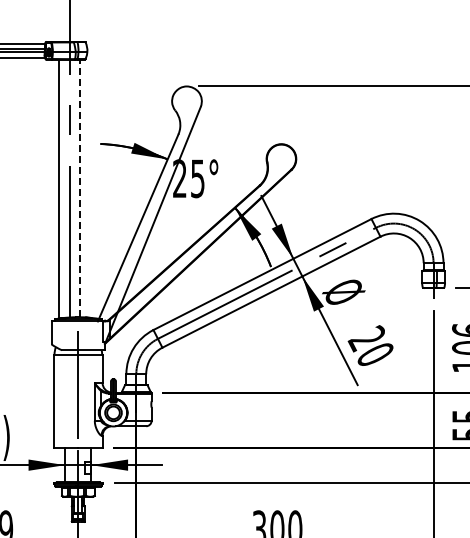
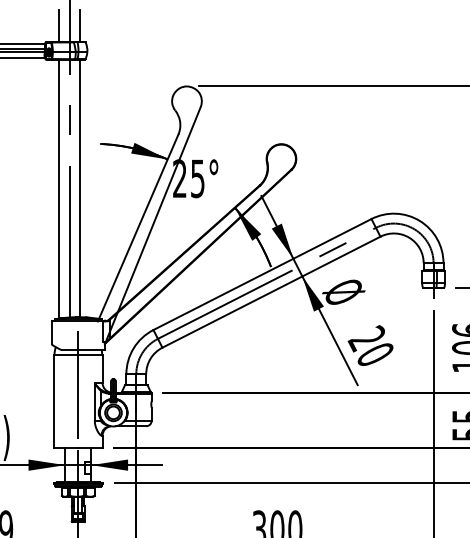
line at (59, 25): none -> present
line at (80, 25): none -> present
line at (80, 188): dashed -> solid
